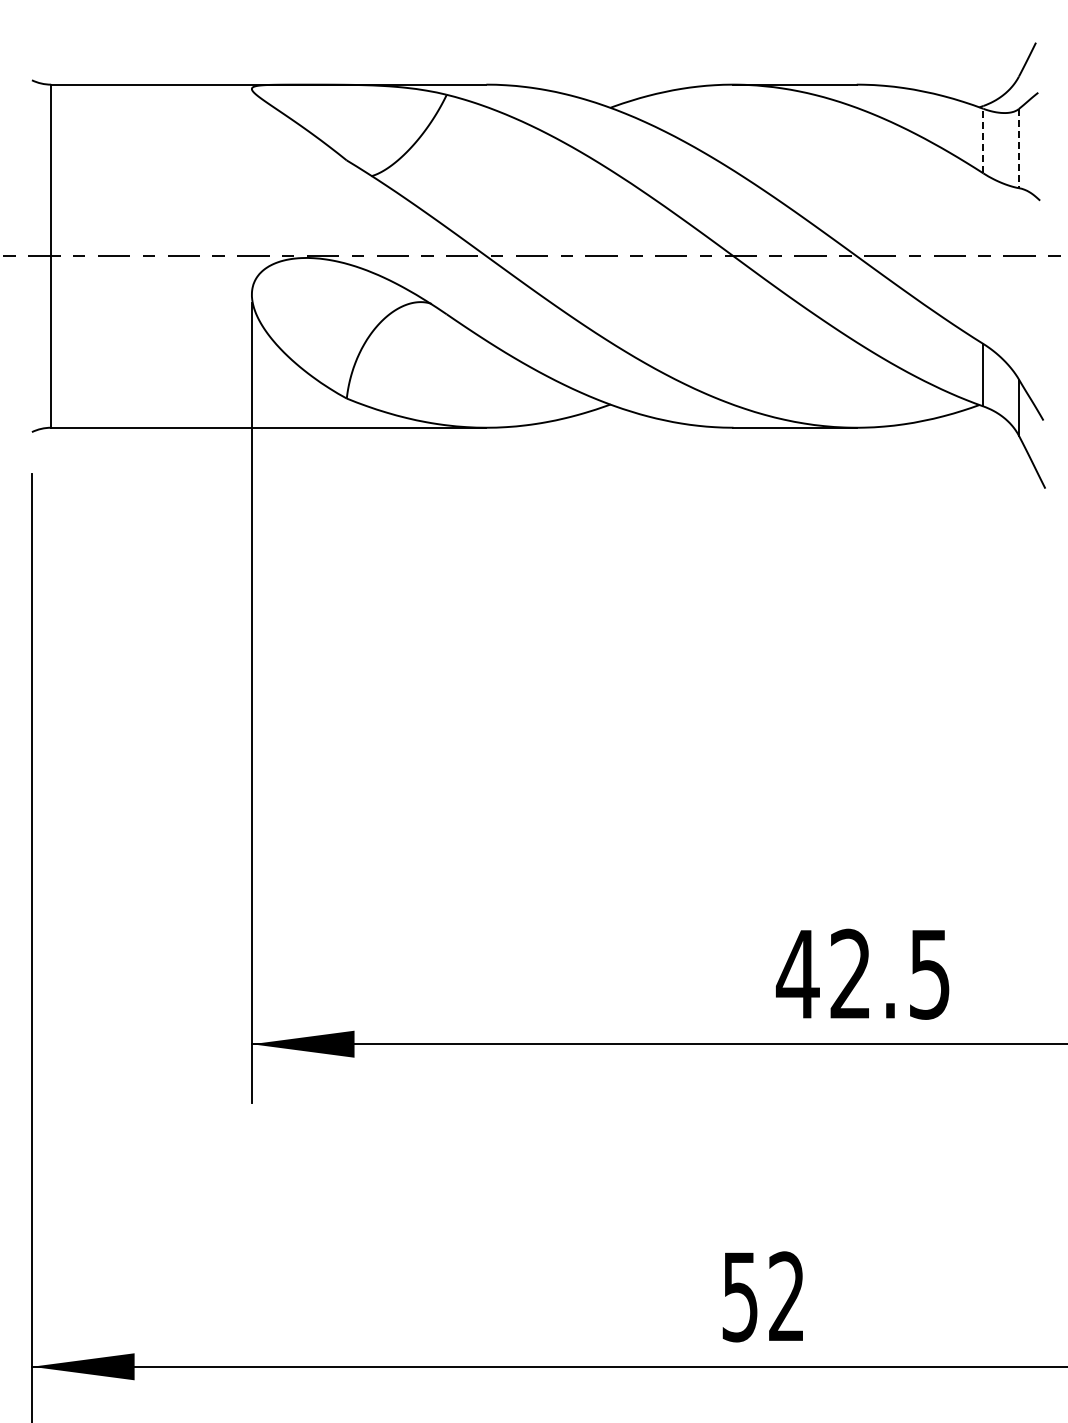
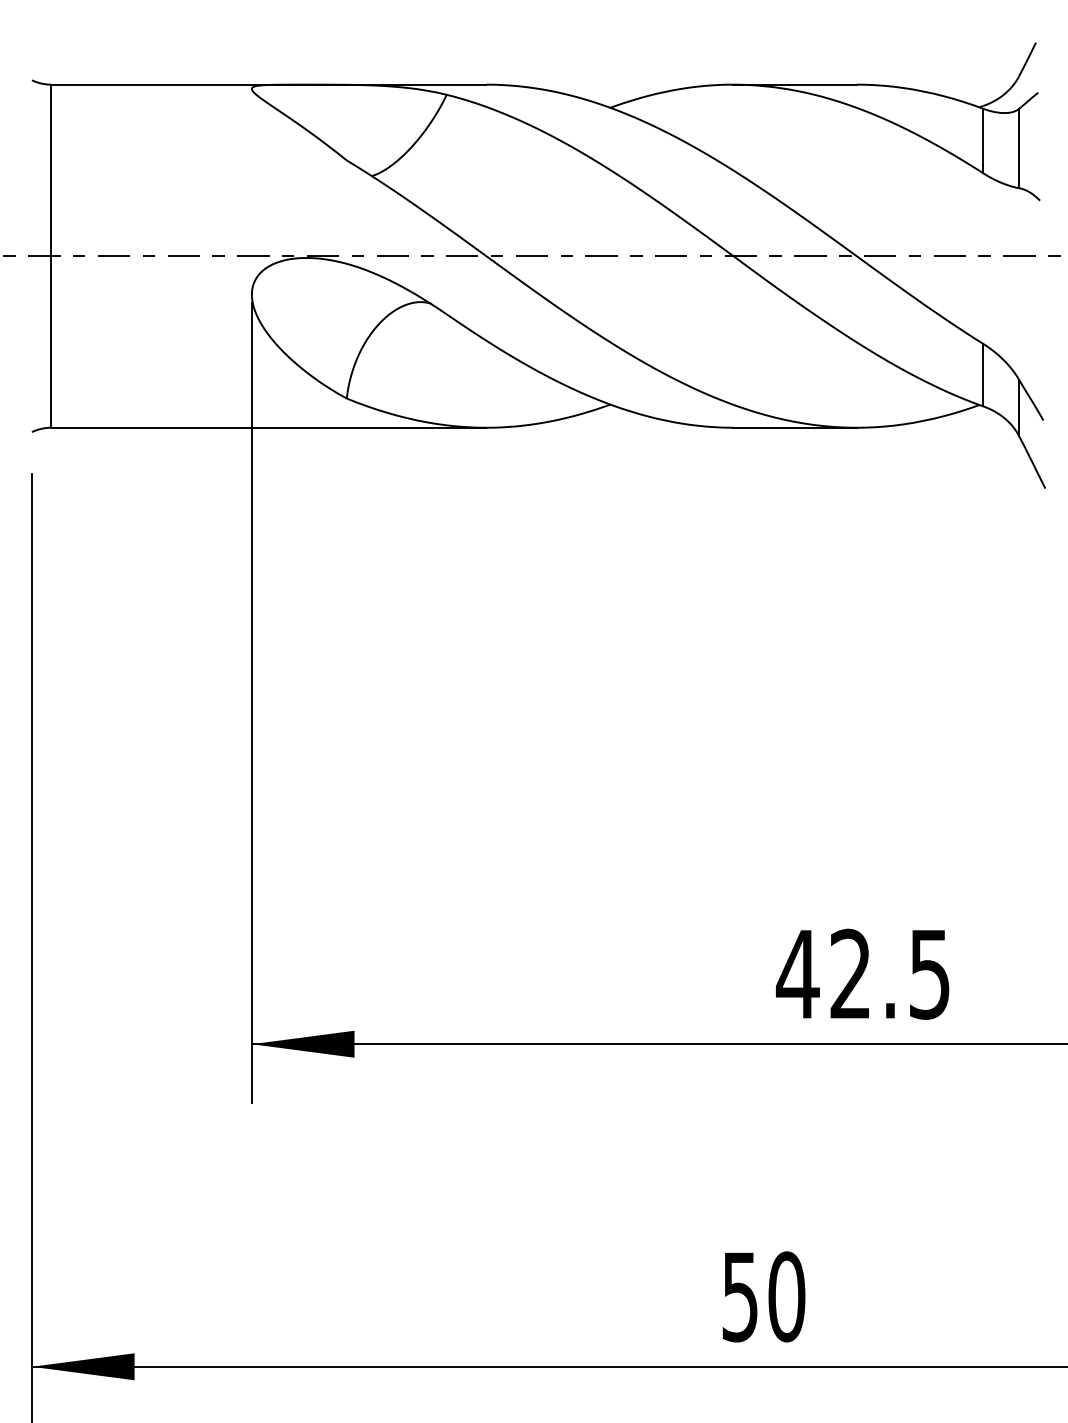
line at (983, 140): dashed -> solid
line at (1018, 148): dashed -> solid
text at (786, 1296): 52 -> 50
